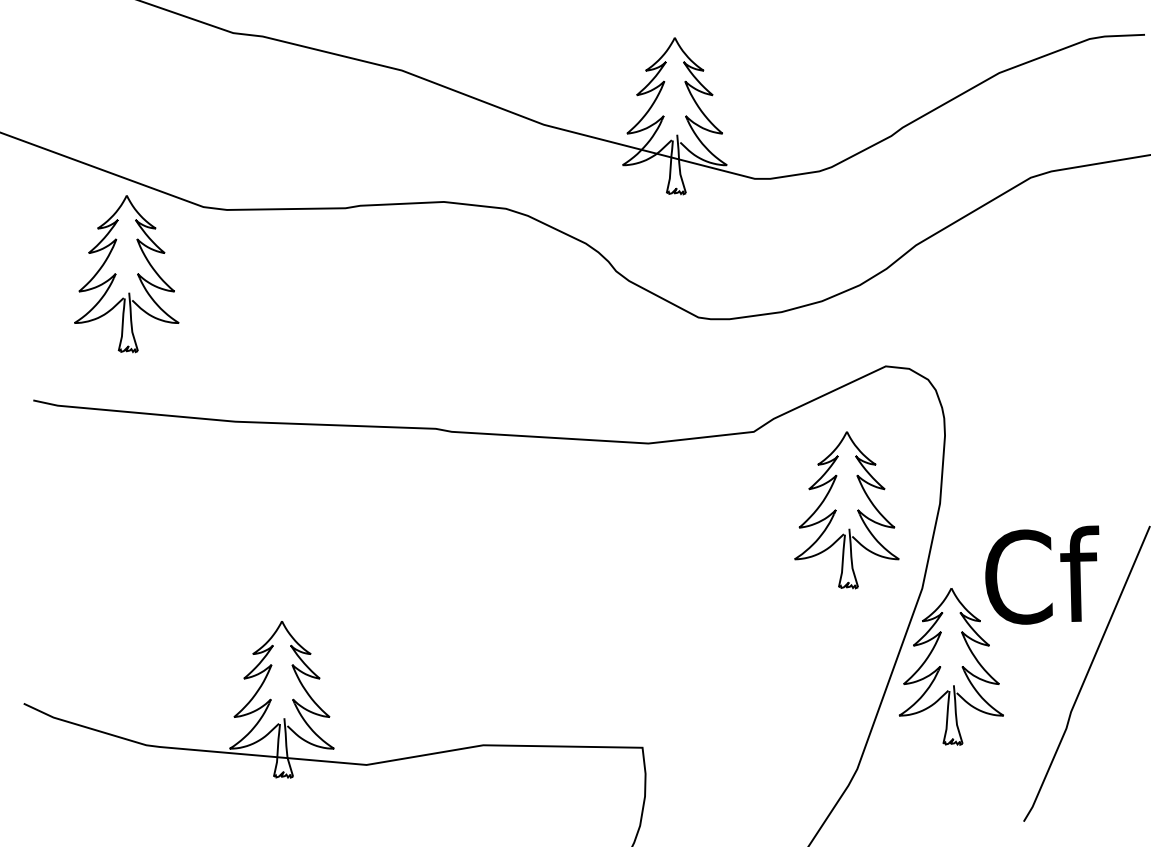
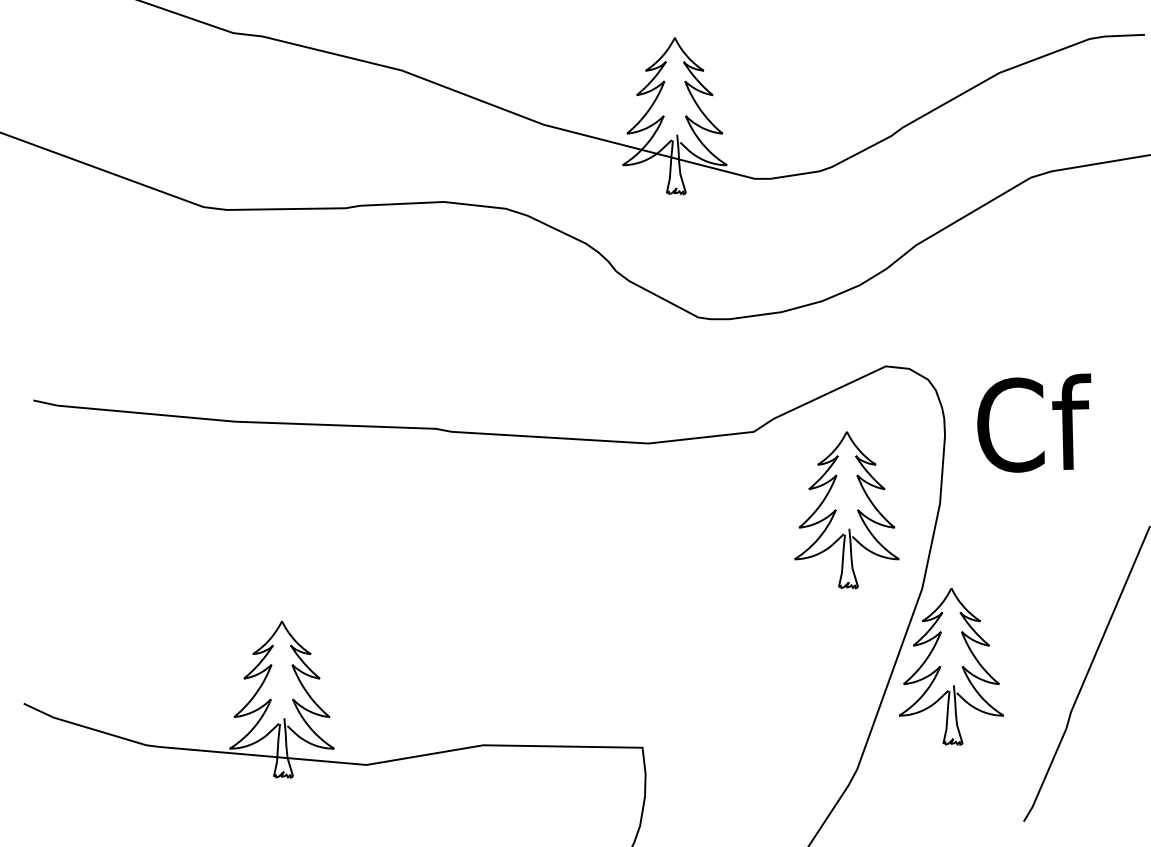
part at (116, 274): present -> none
text at (1042, 574) position: (1042, 574) -> (1034, 422)
